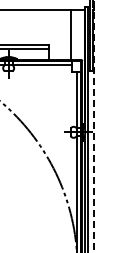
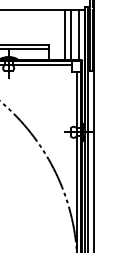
line at (65, 34): none -> present
line at (78, 34): none -> present
line at (94, 126): dashed -> solid
